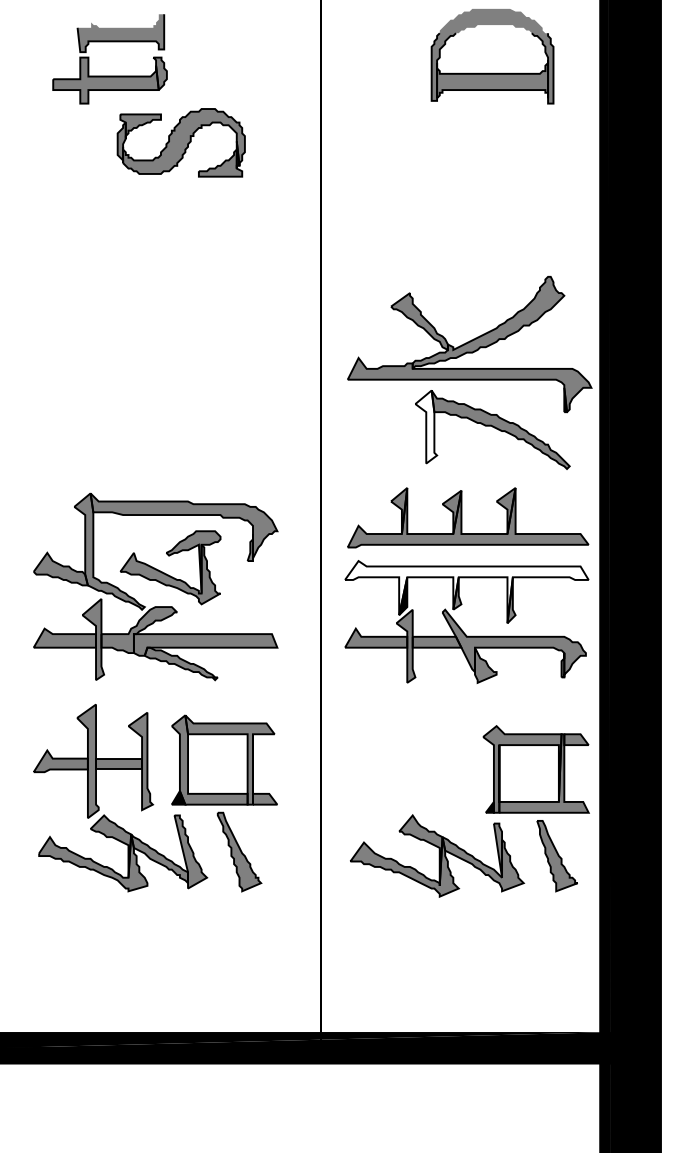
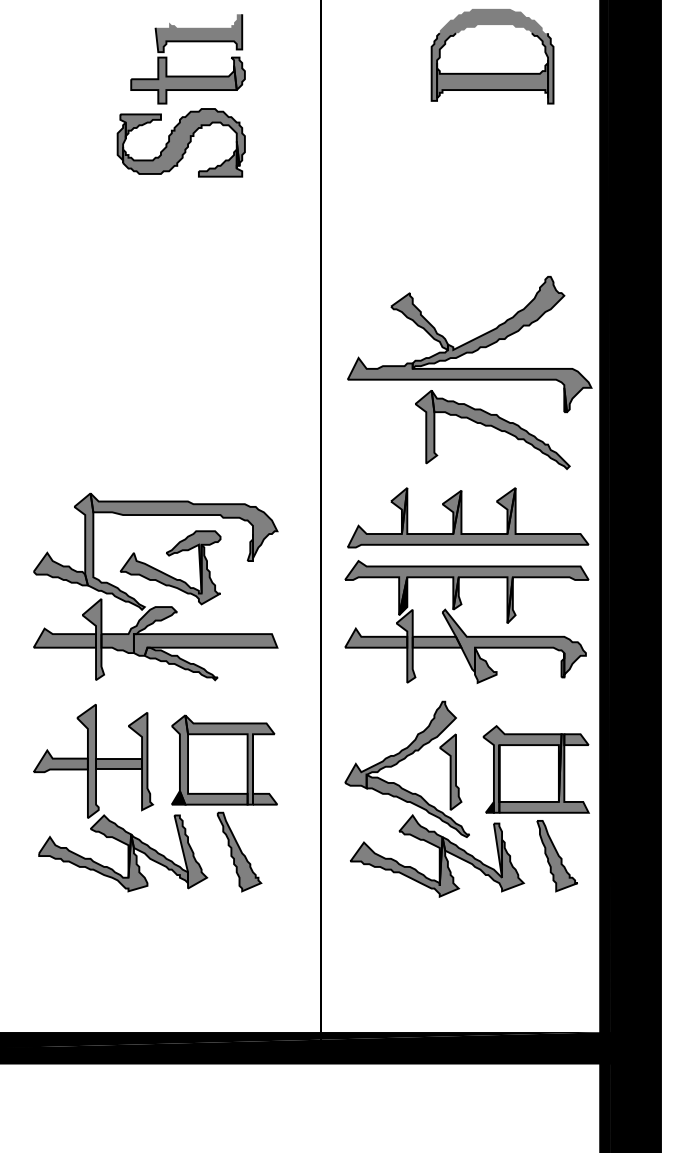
part at (109, 75) position: (109, 75) -> (187, 75)
fill at (426, 426): none -> present
fill at (466, 592): none -> present
part at (403, 760): none -> present
